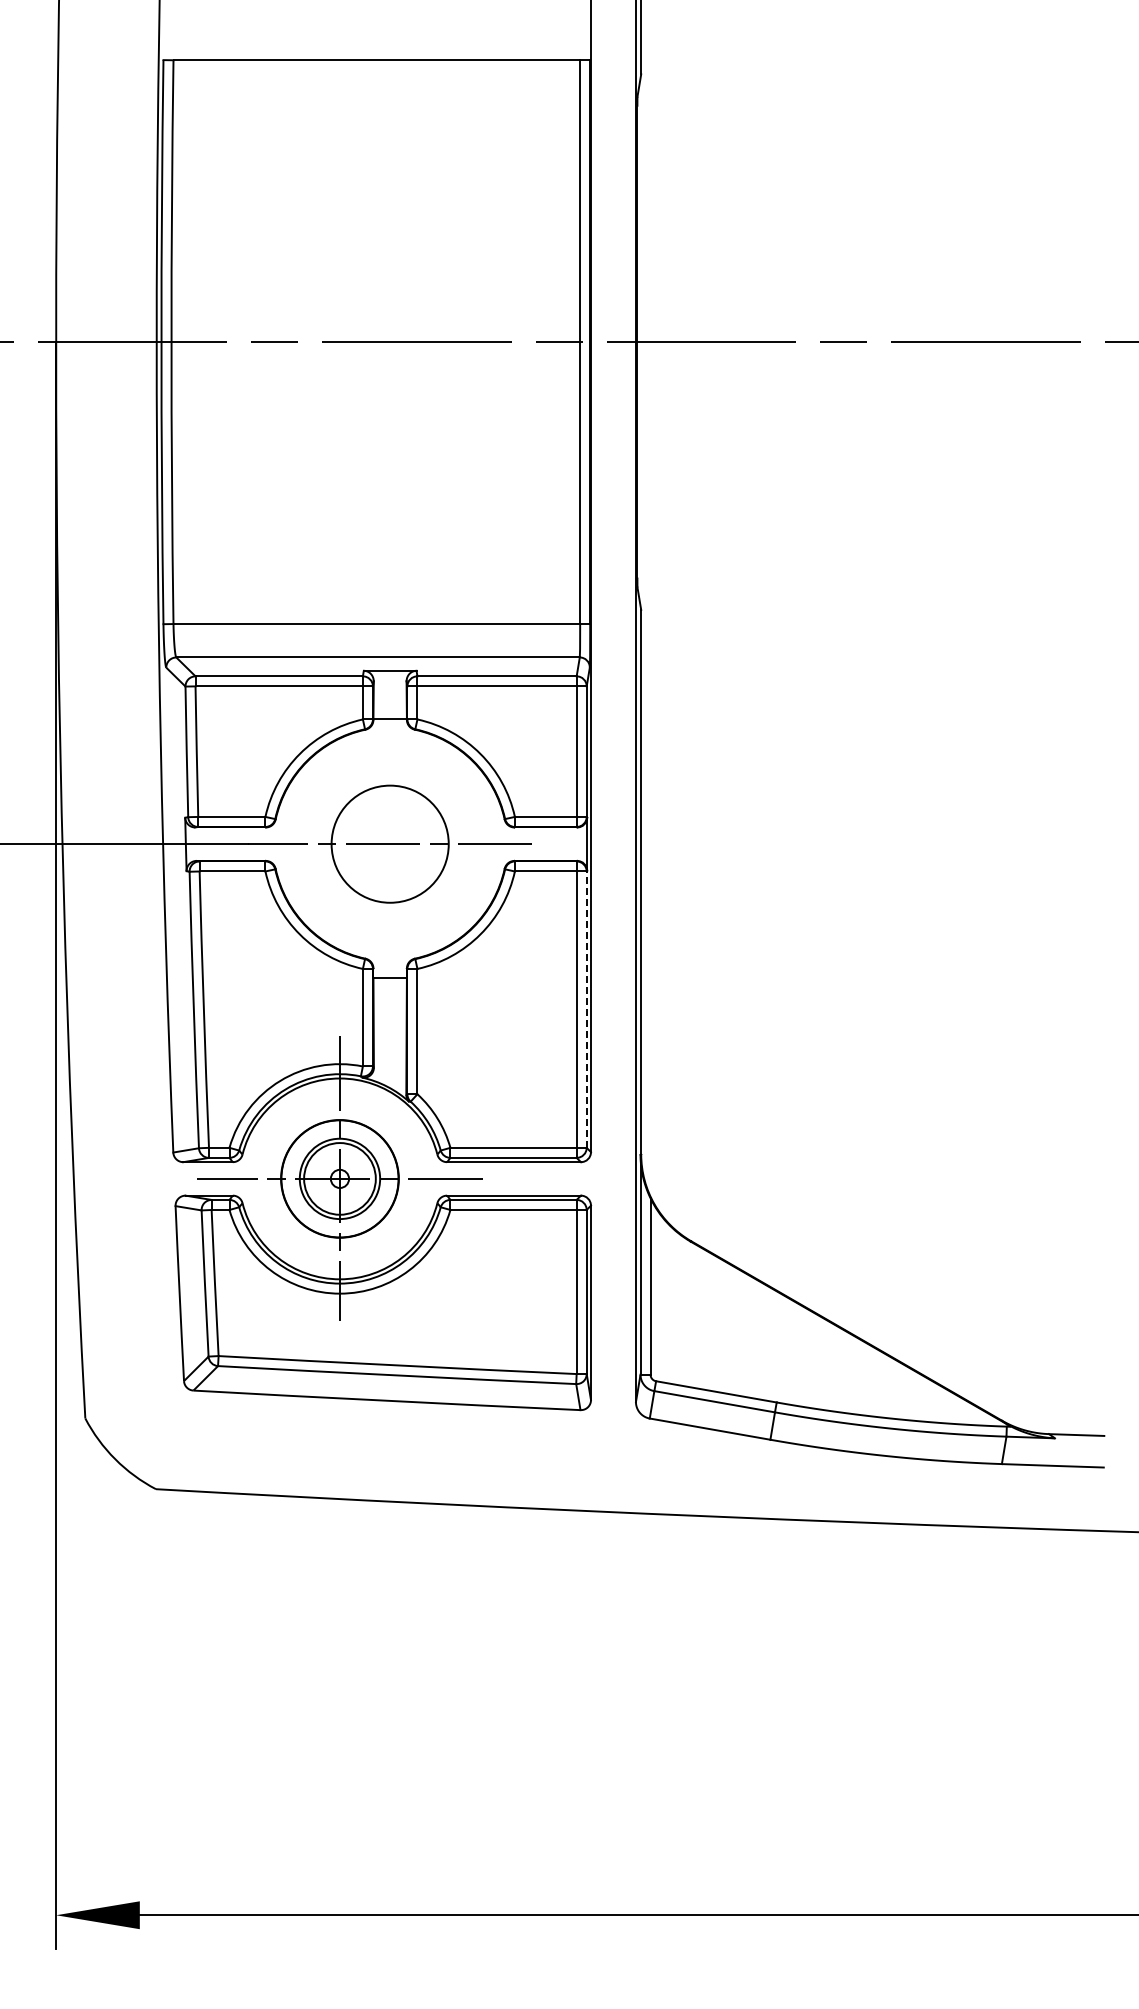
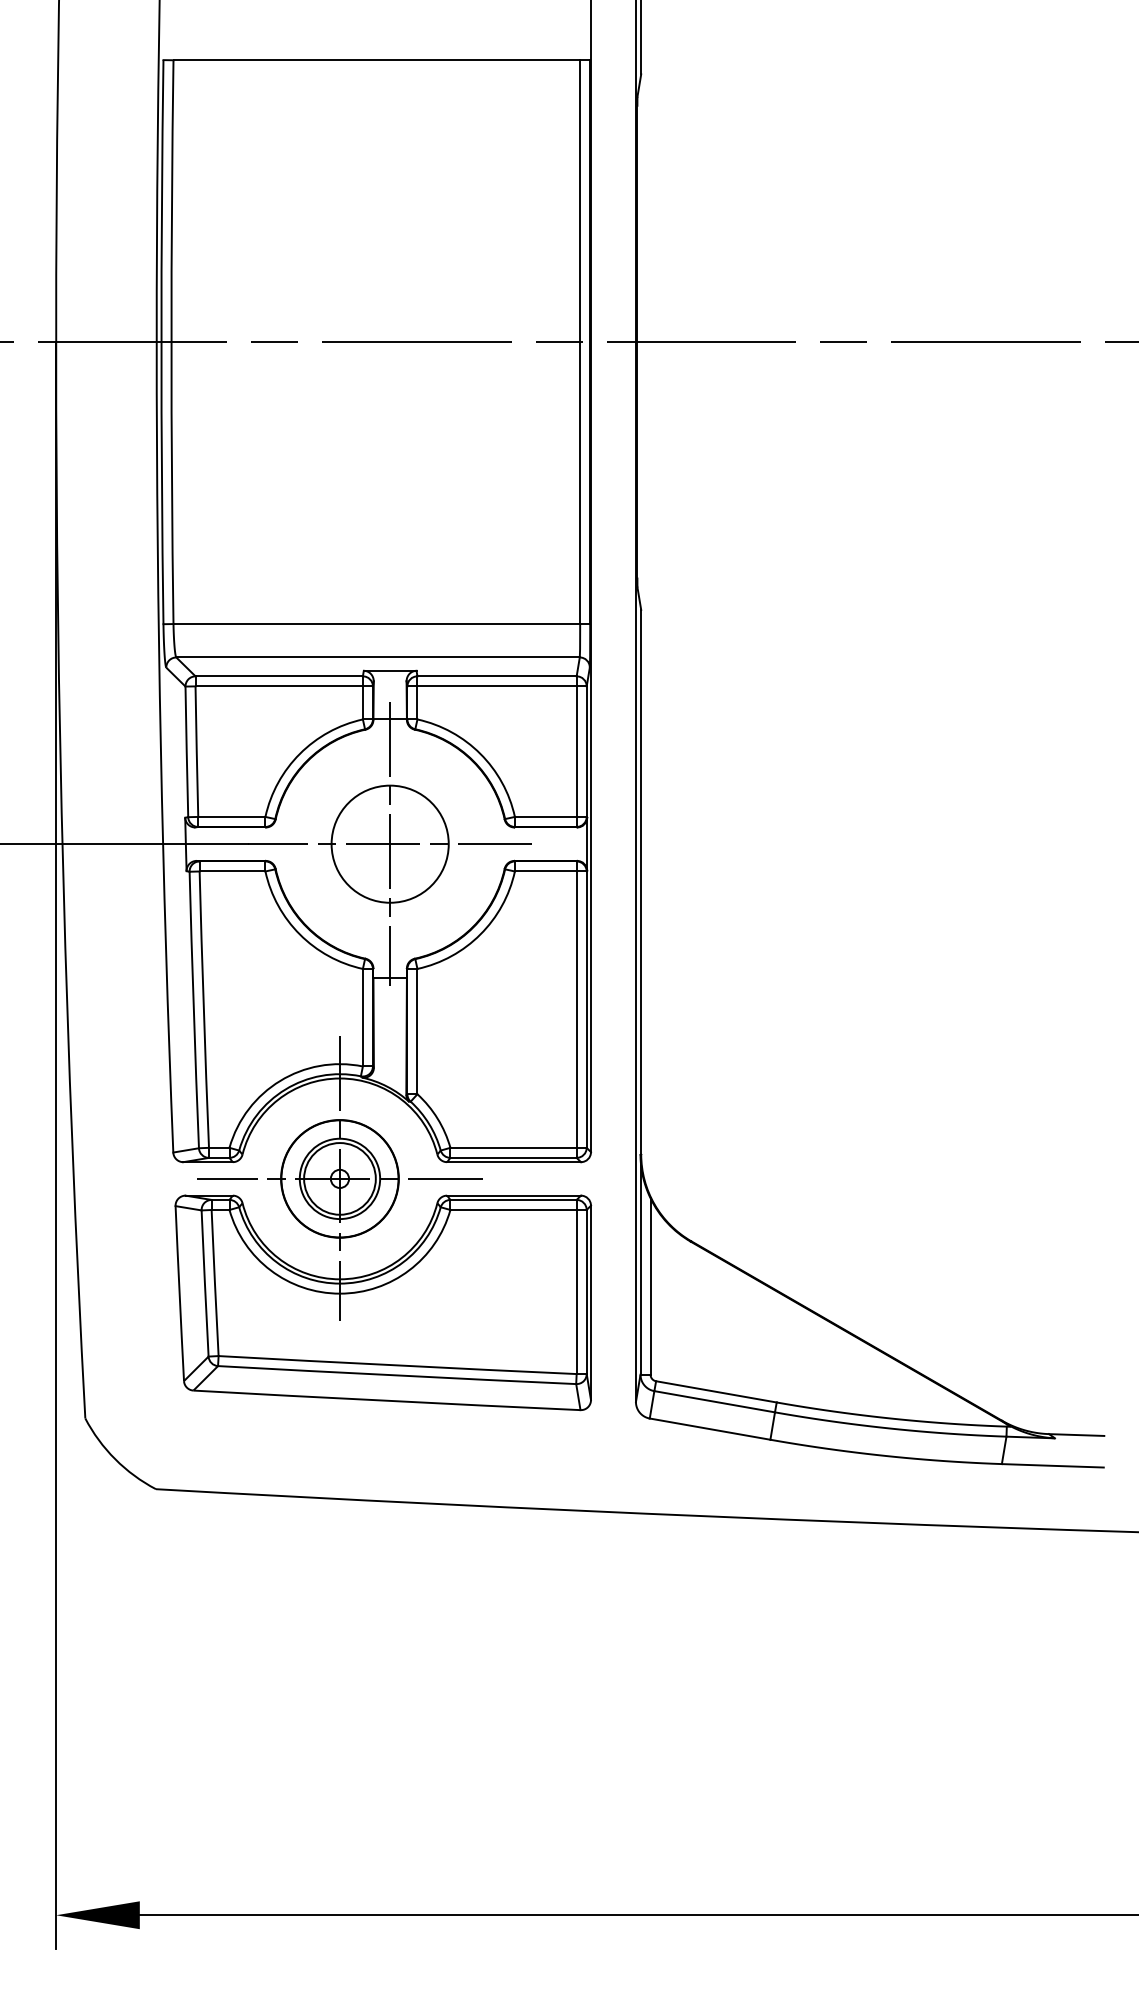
line at (390, 843): none -> present
line at (586, 1009): dashed -> solid
